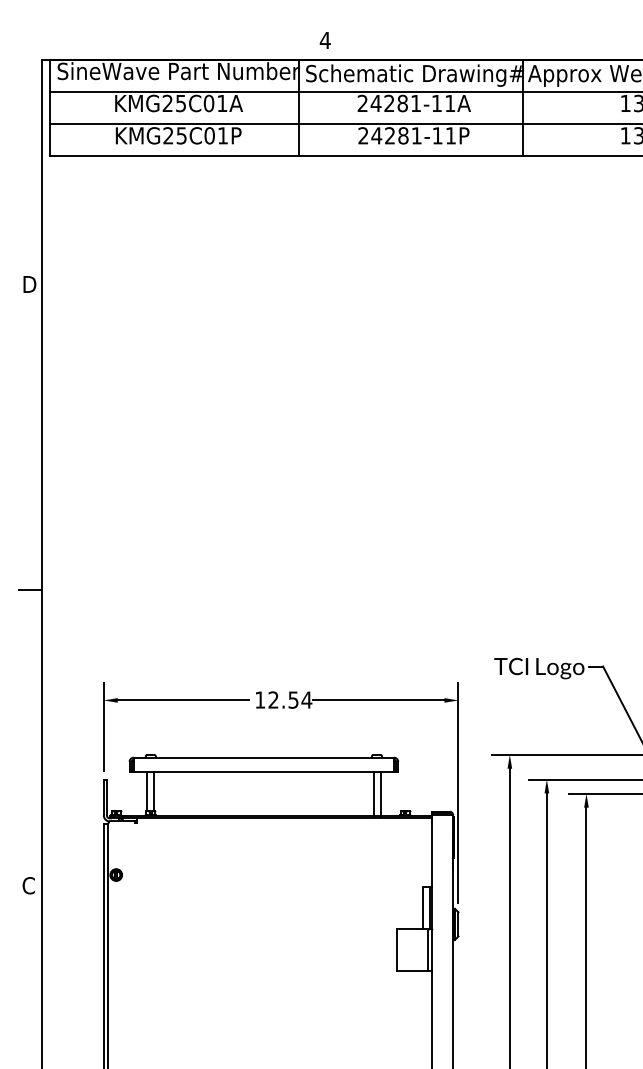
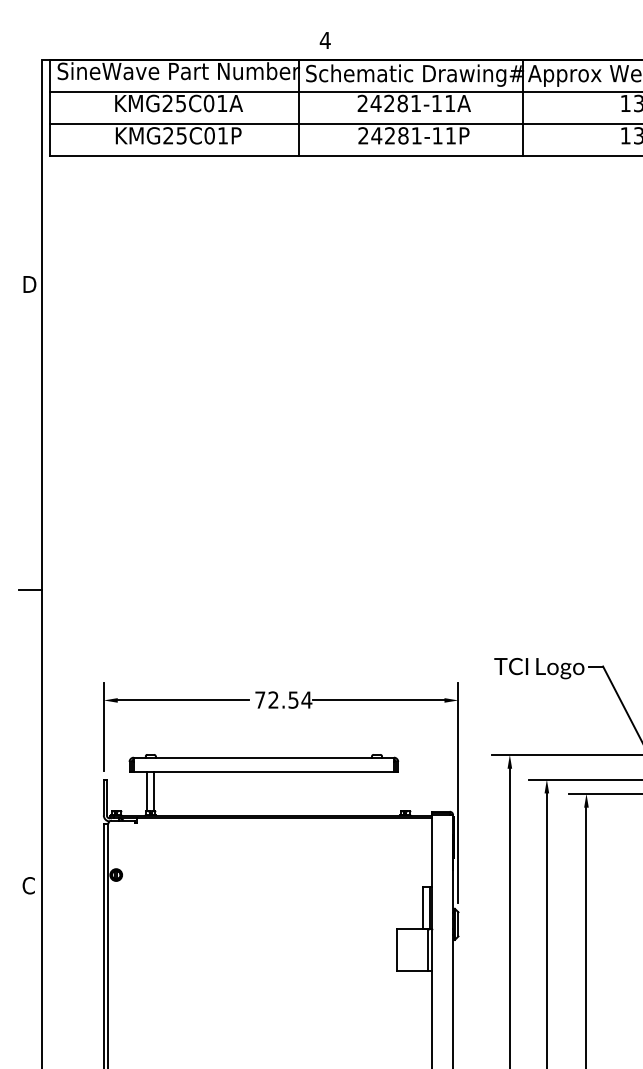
text at (260, 699): 12.54 -> 72.54
line at (373, 793): present -> none
line at (380, 793): present -> none
